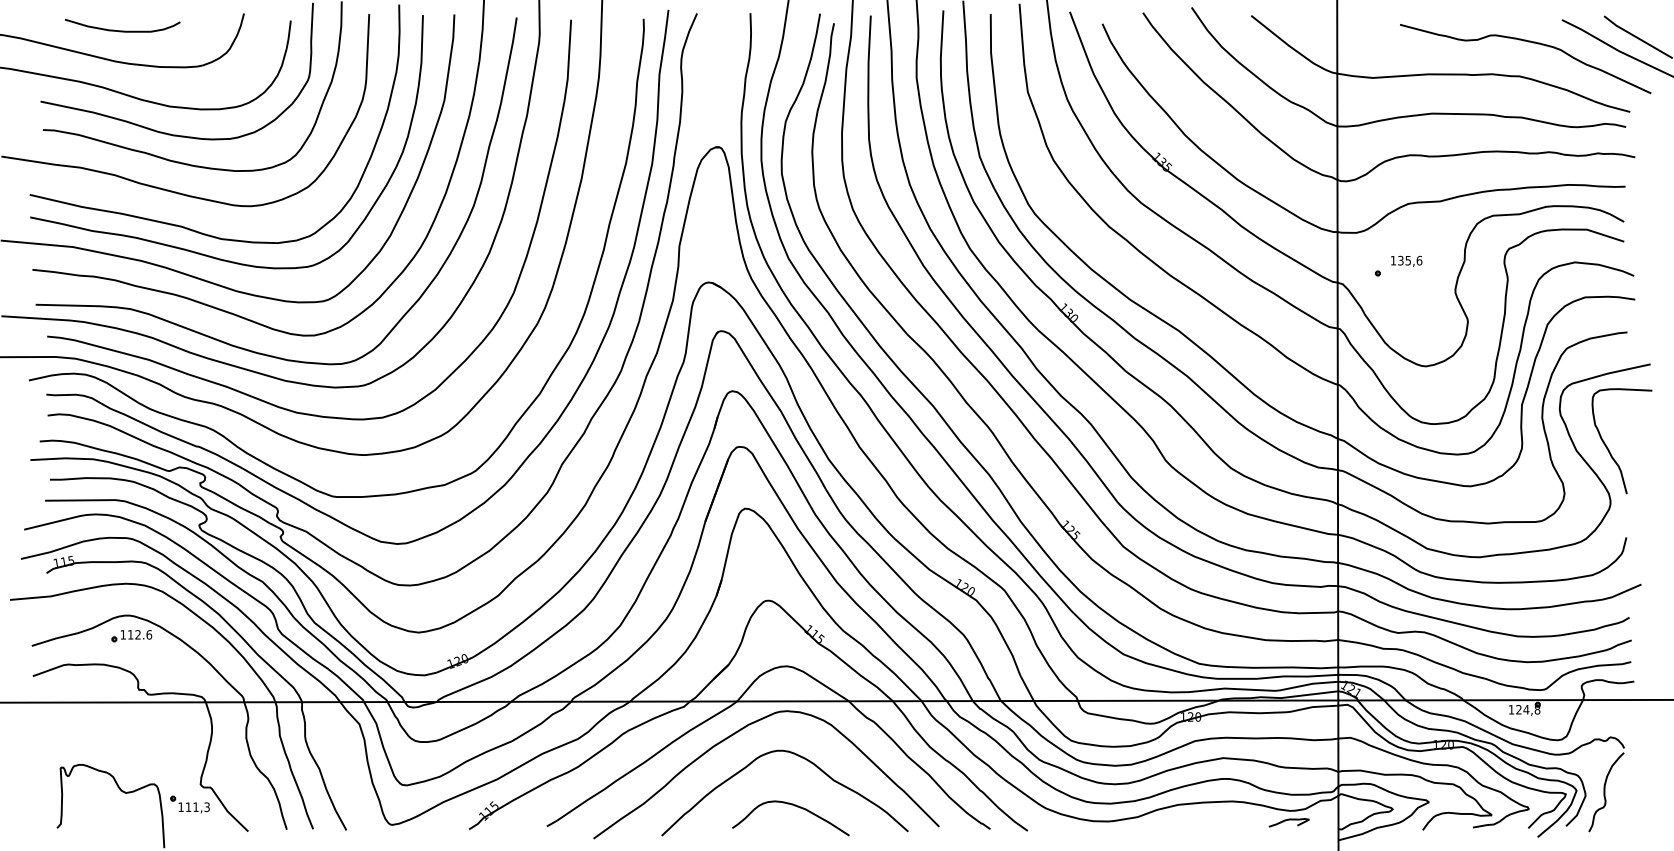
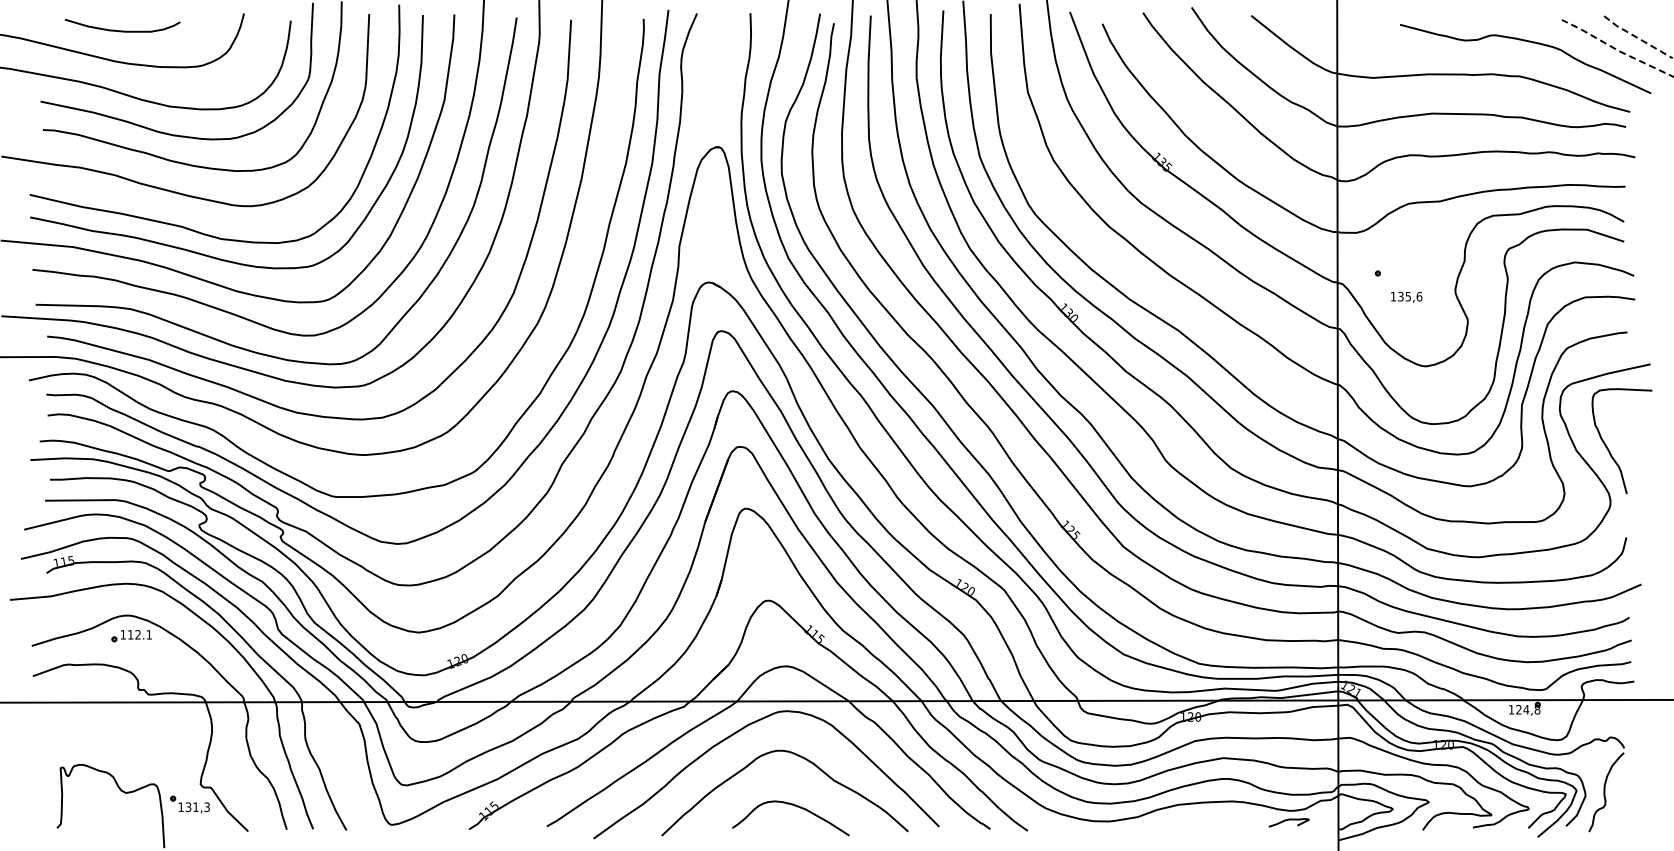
line at (1637, 37): solid -> dashed
line at (1616, 49): solid -> dashed
text at (1406, 260) position: (1406, 260) -> (1406, 296)
text at (149, 634): 112.6 -> 112.1
text at (188, 807): 111,3 -> 131,3
